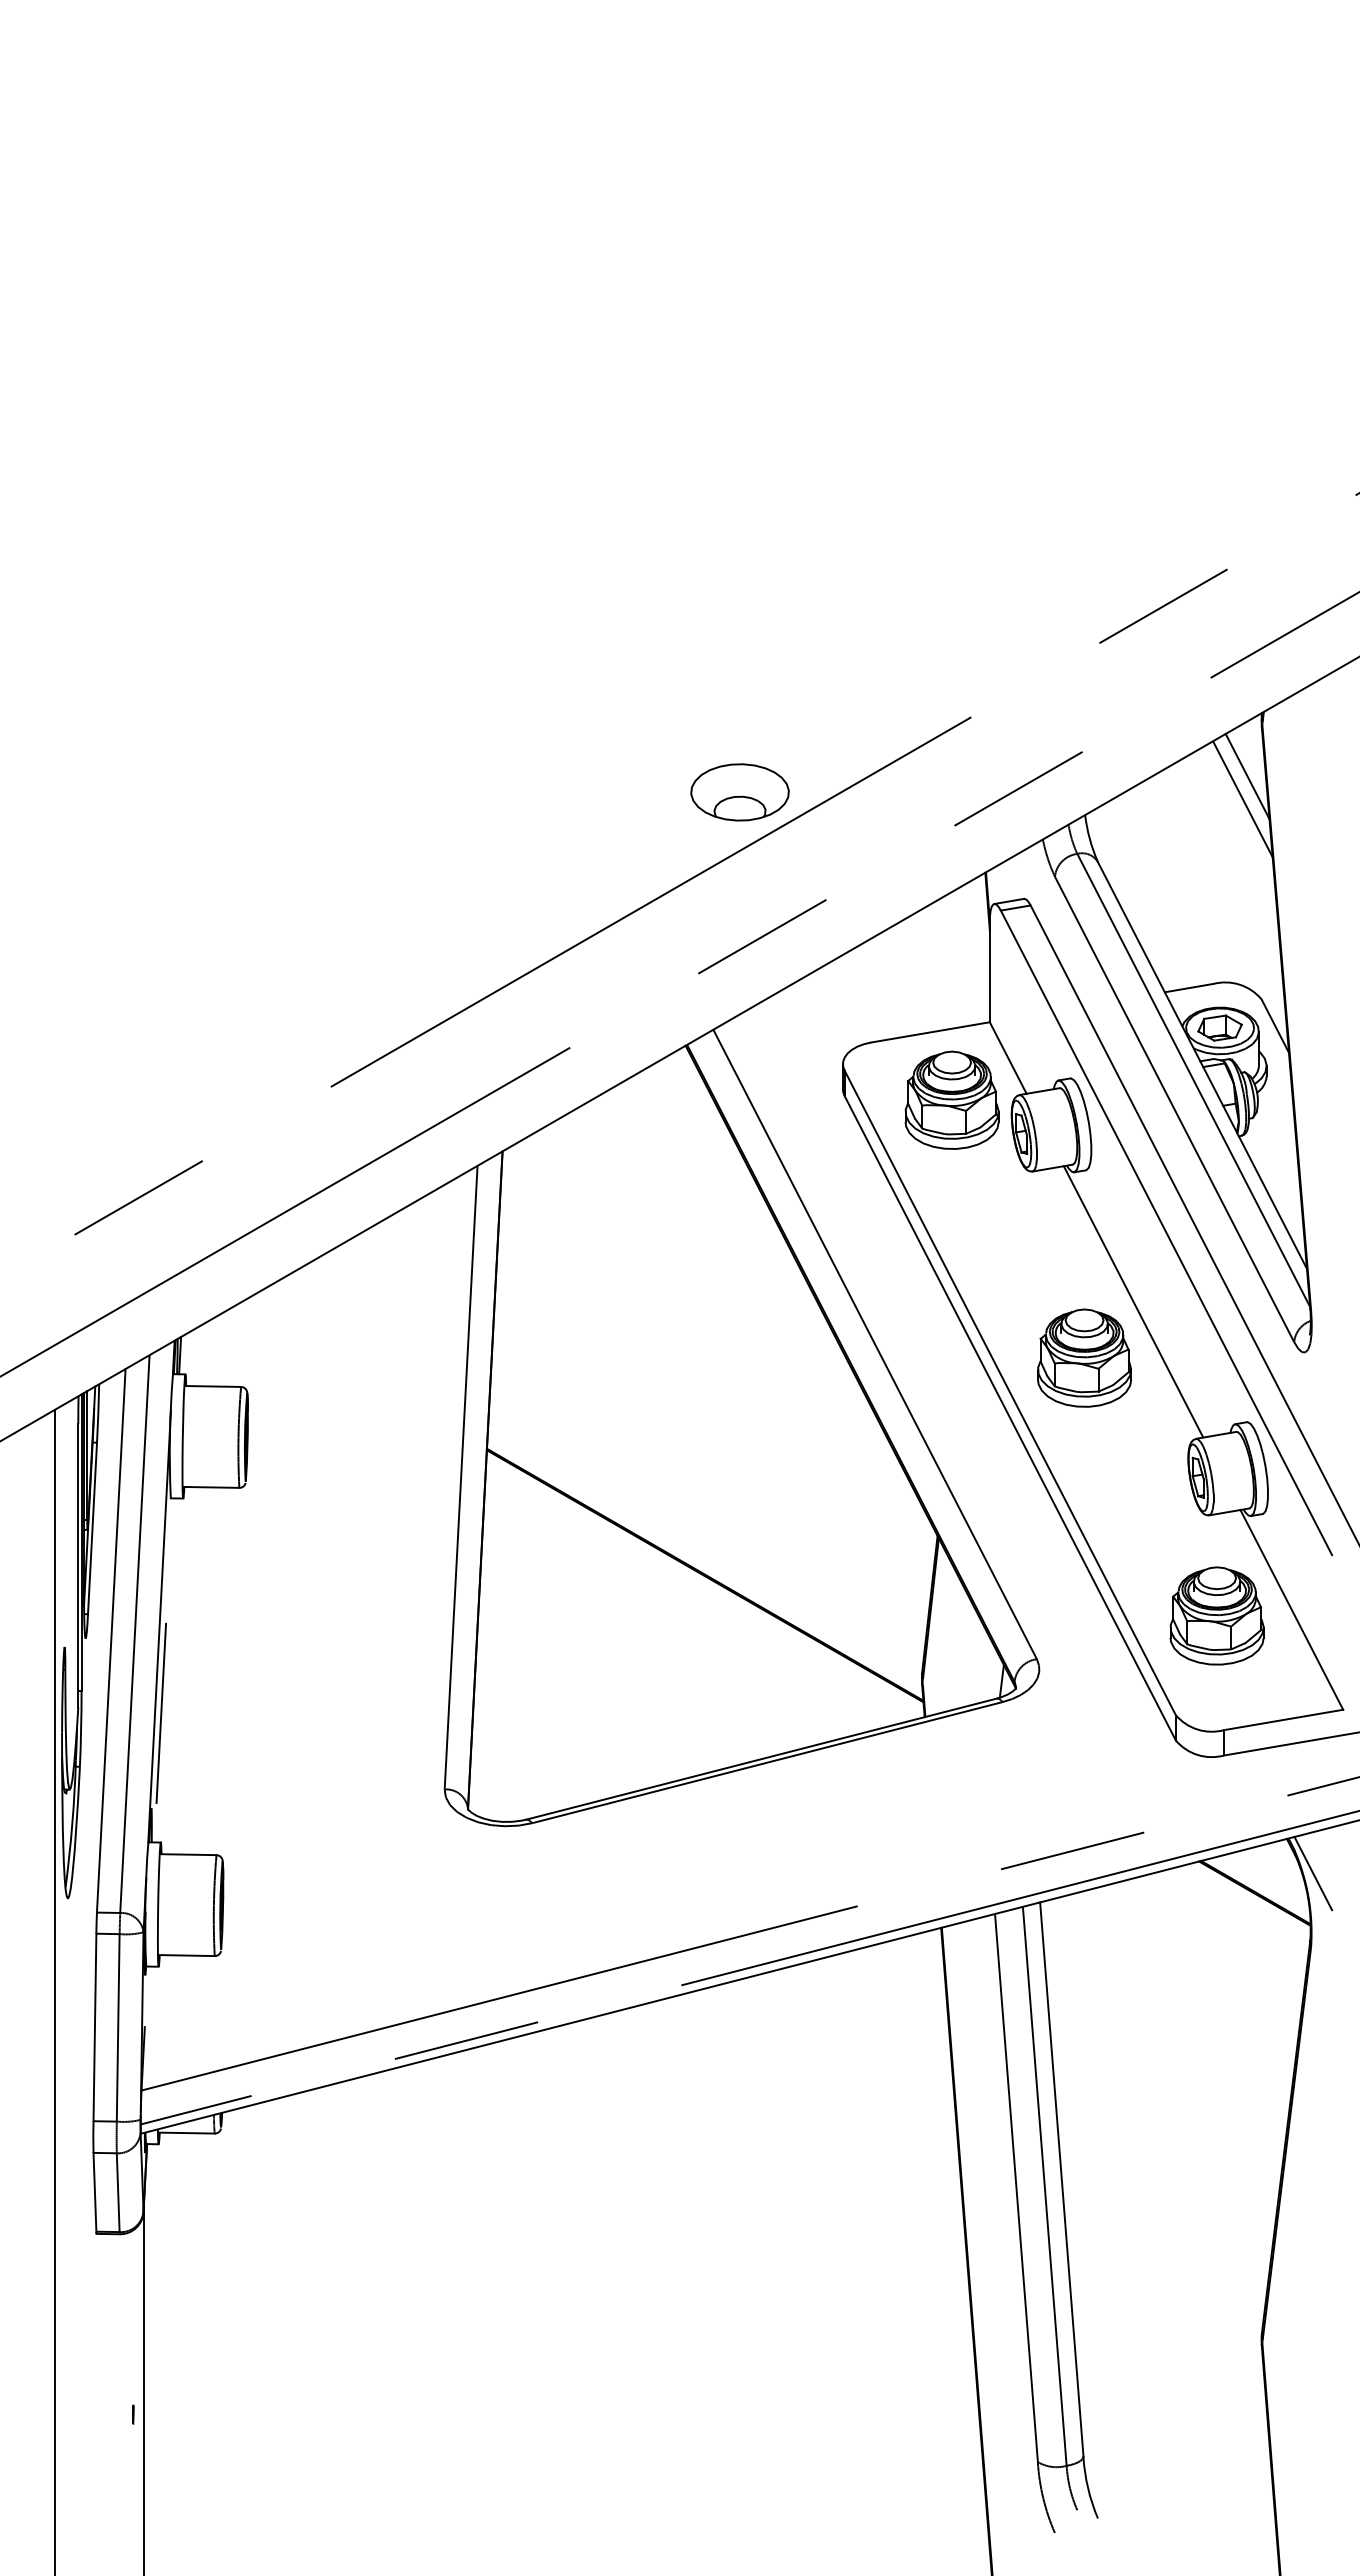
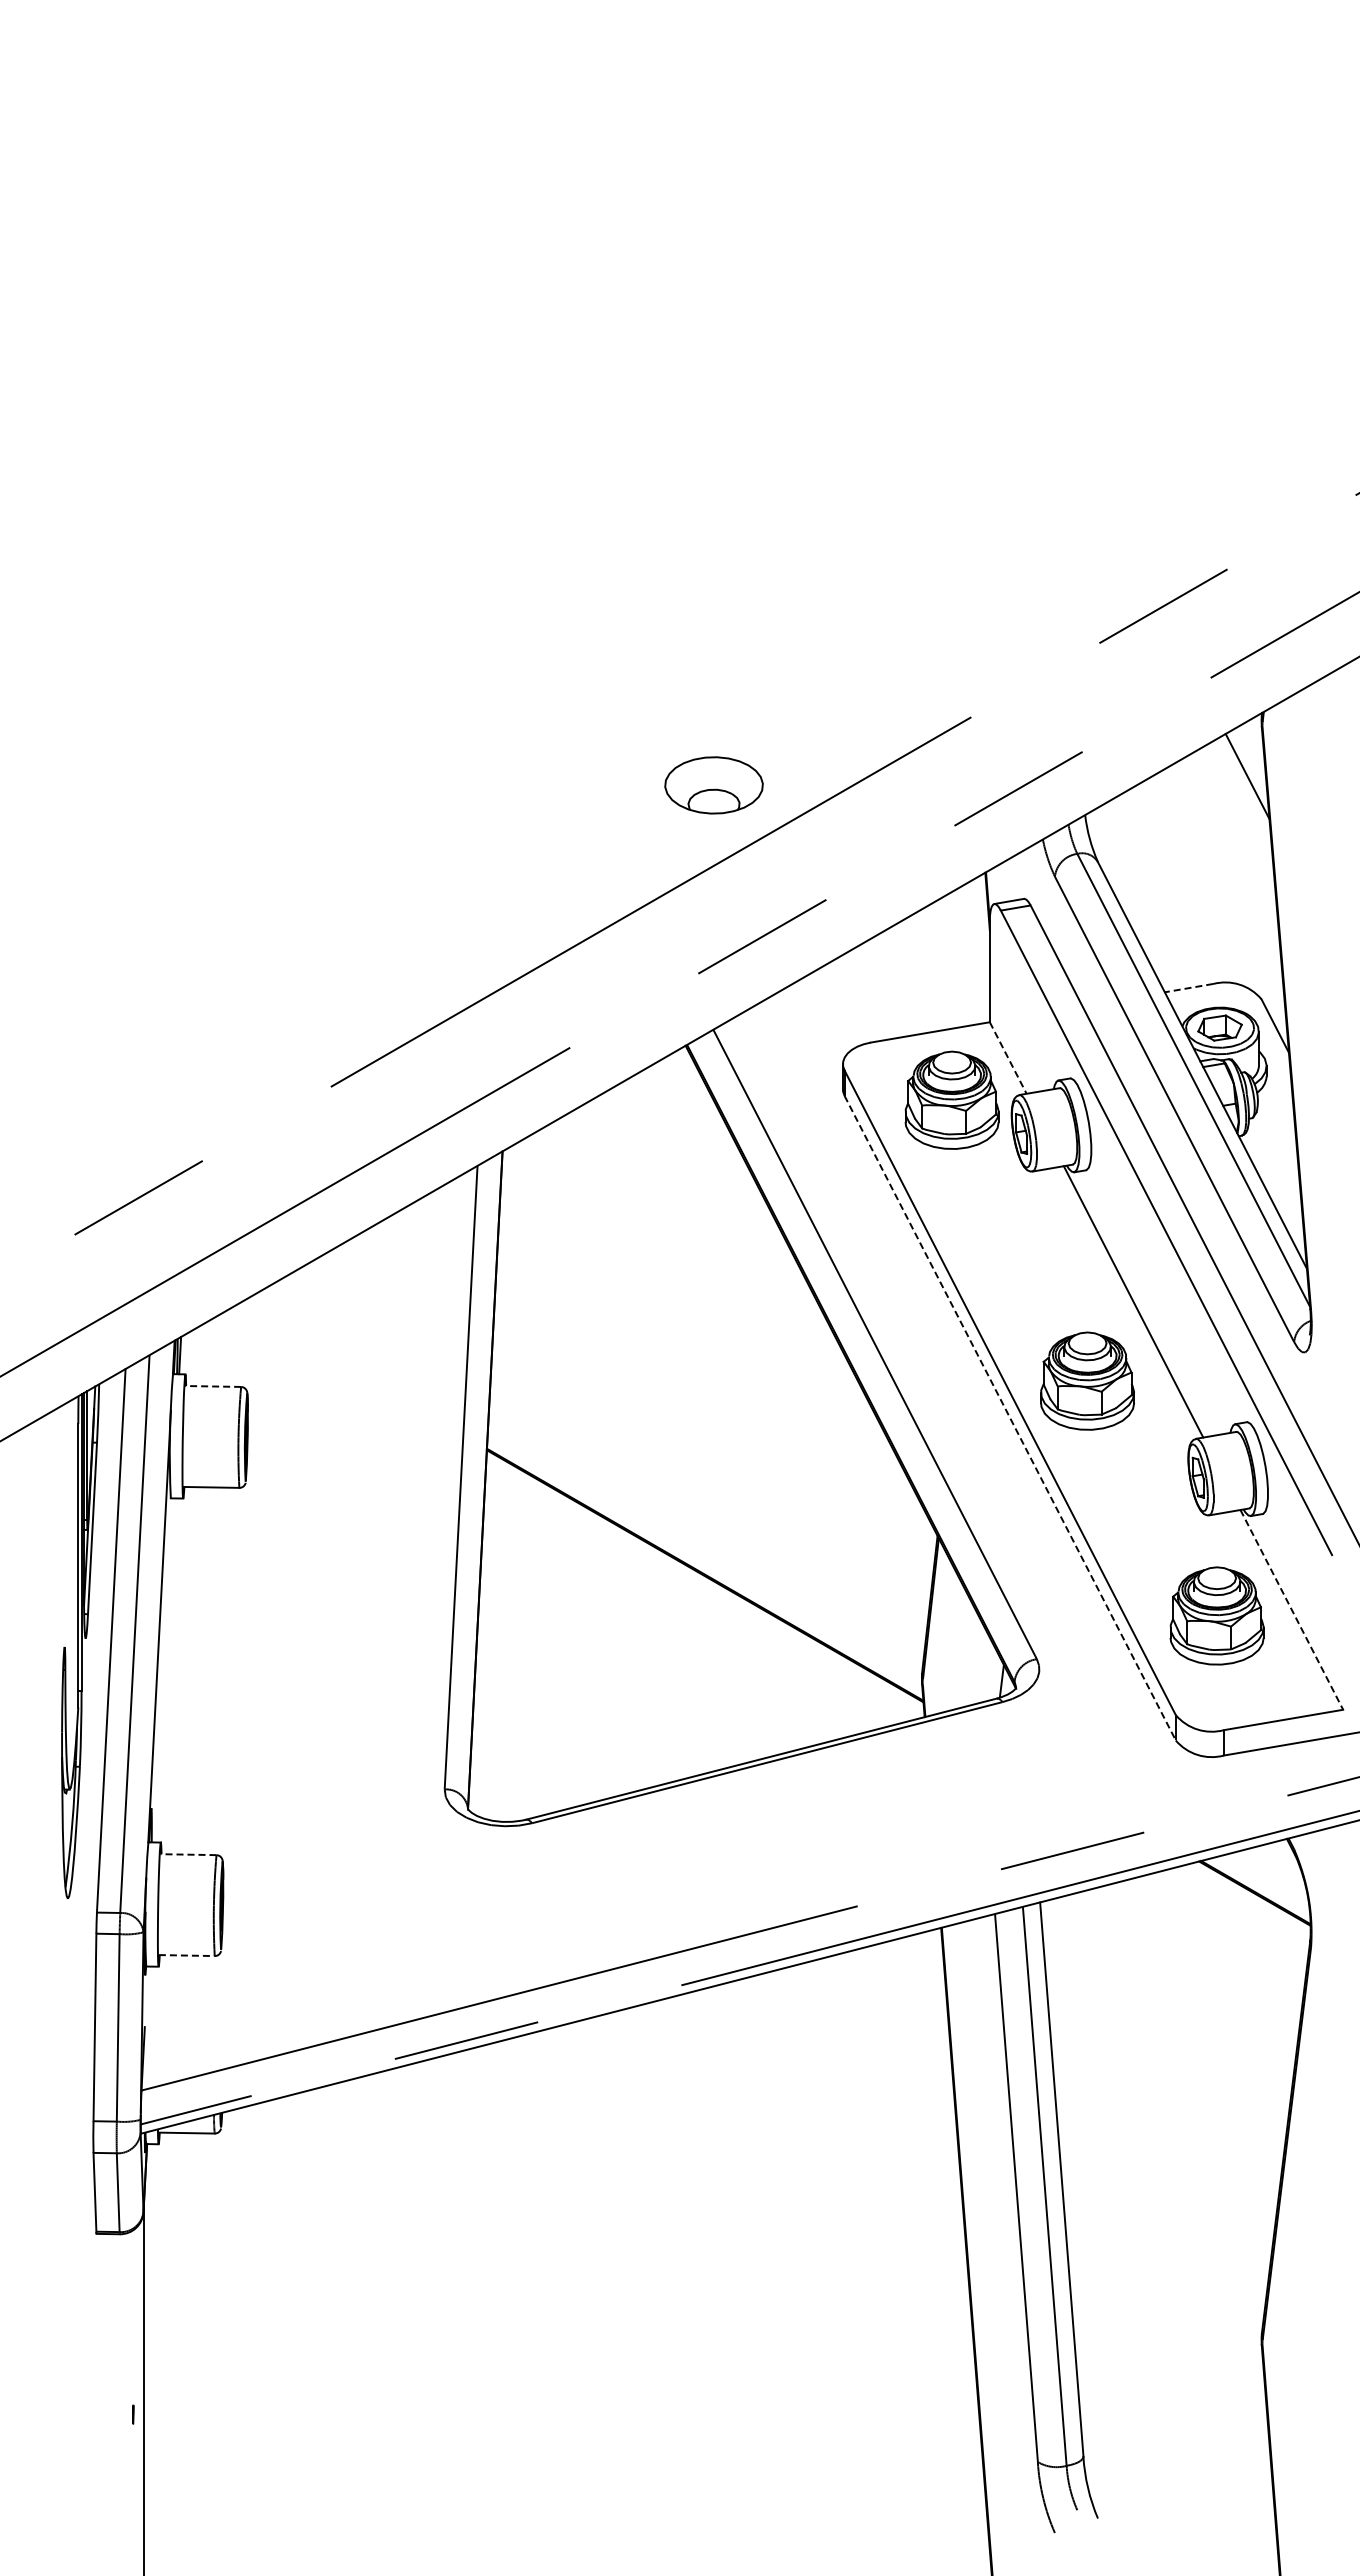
part at (739, 792) position: (739, 792) -> (713, 785)
line at (1242, 799): present -> none
line at (1188, 988): solid -> dashed
line at (1008, 1058): solid -> dashed
part at (1084, 1357) position: (1084, 1357) -> (1087, 1380)
line at (213, 1386): solid -> dashed
line at (1010, 1418): solid -> dashed
line at (1292, 1610): solid -> dashed
line at (161, 1713): present -> none
line at (188, 1854): solid -> dashed
line at (1313, 1873): present -> none
line at (186, 1955): solid -> dashed
line at (54, 1990): present -> none
